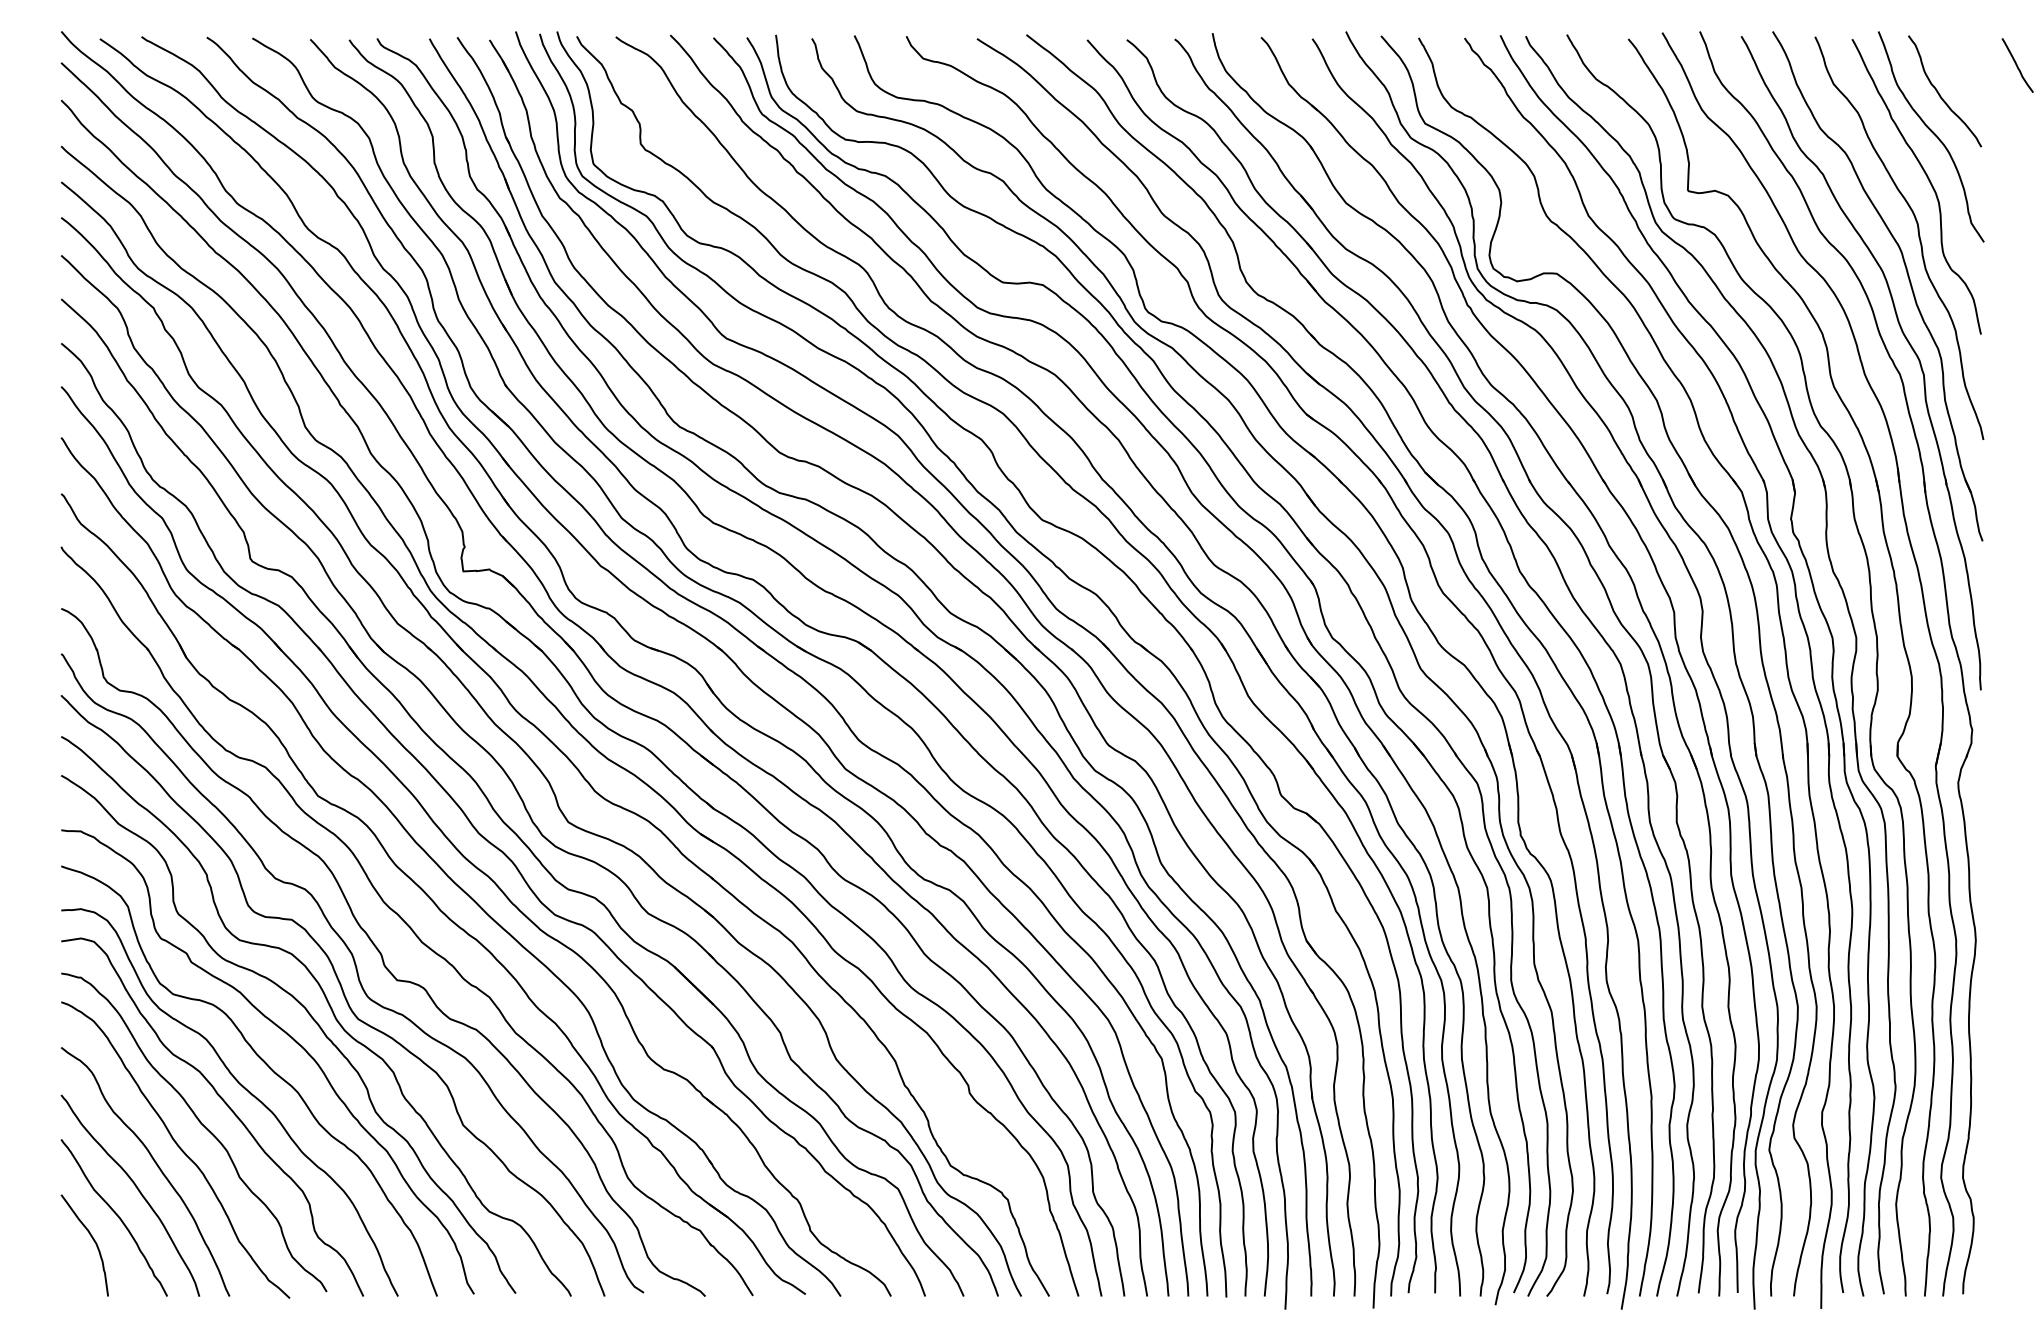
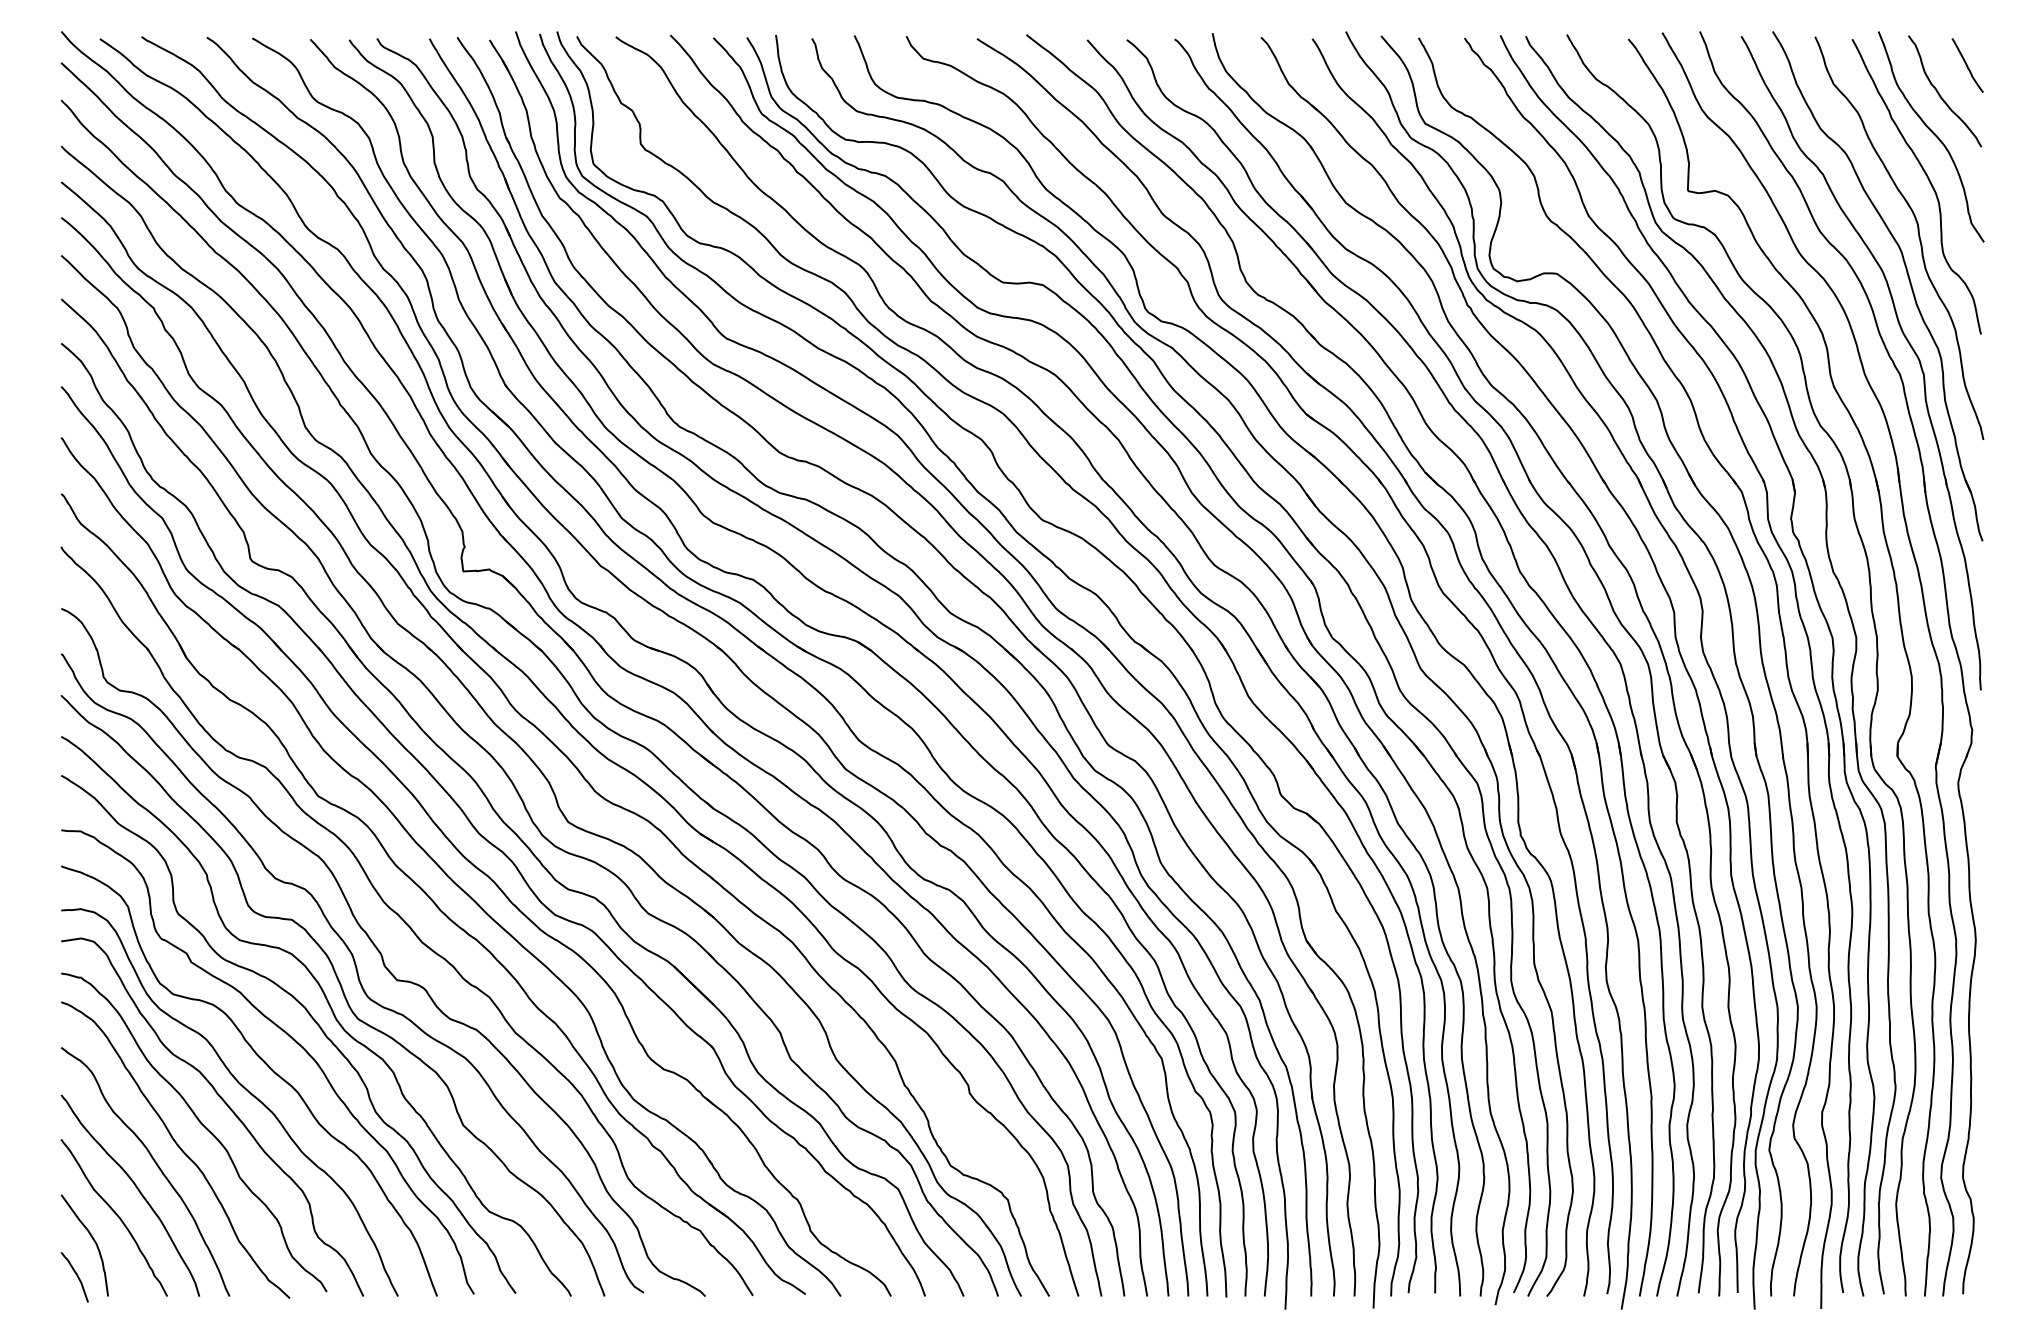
curve at (2017, 65) position: (2017, 65) -> (1967, 65)
curve at (76, 1276): none -> present
